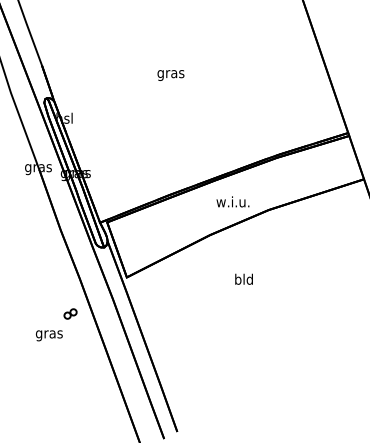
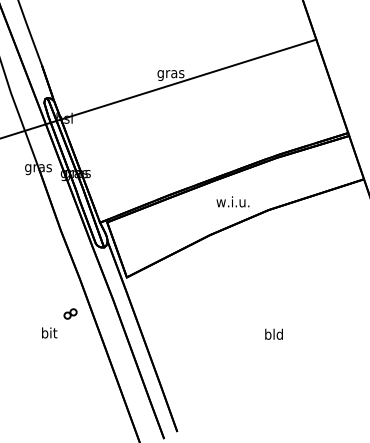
line at (159, 88): none -> present
text at (243, 278) position: (243, 278) -> (273, 333)
text at (48, 334): gras -> bit
